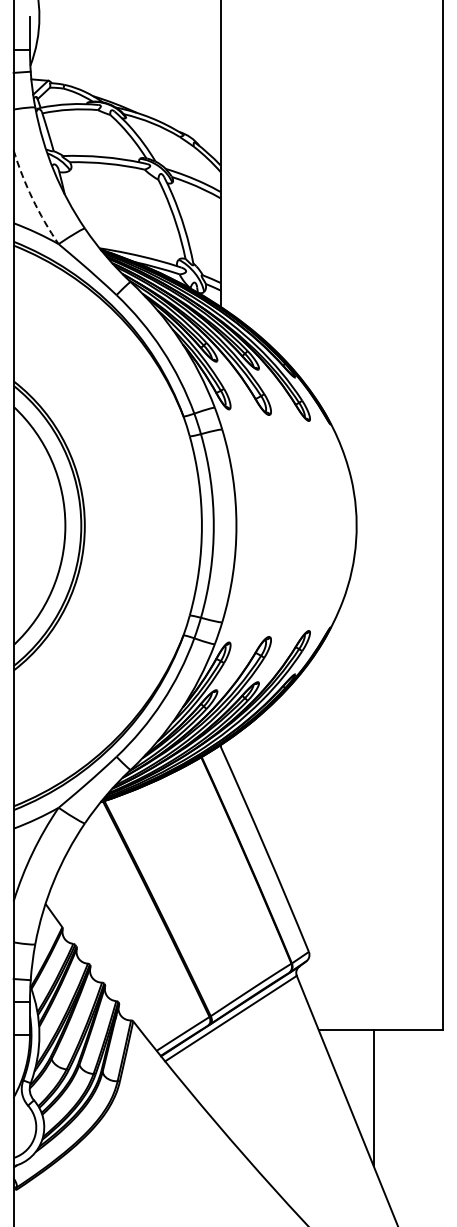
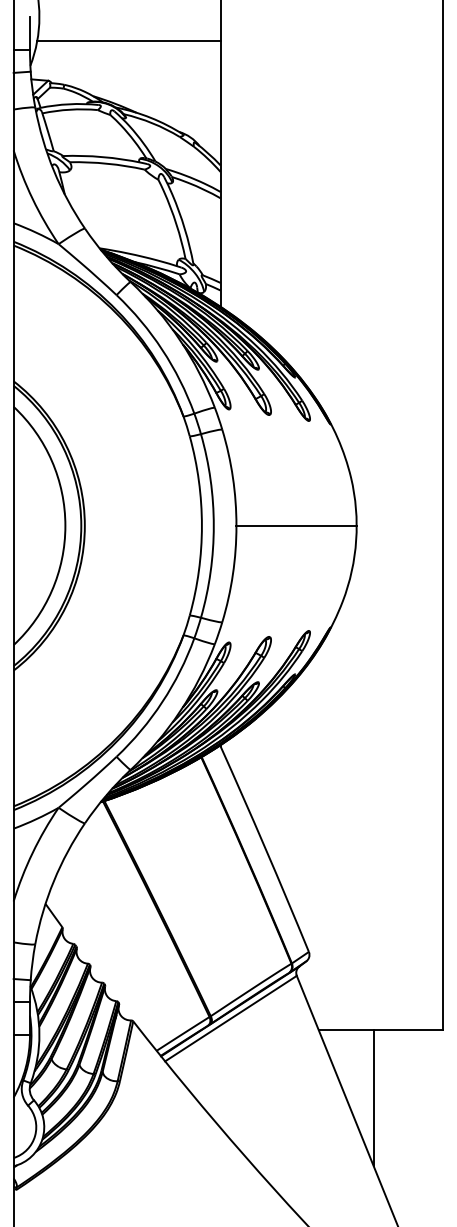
line at (128, 41): none -> present
arc at (32, 198): dashed -> solid
line at (296, 525): none -> present
